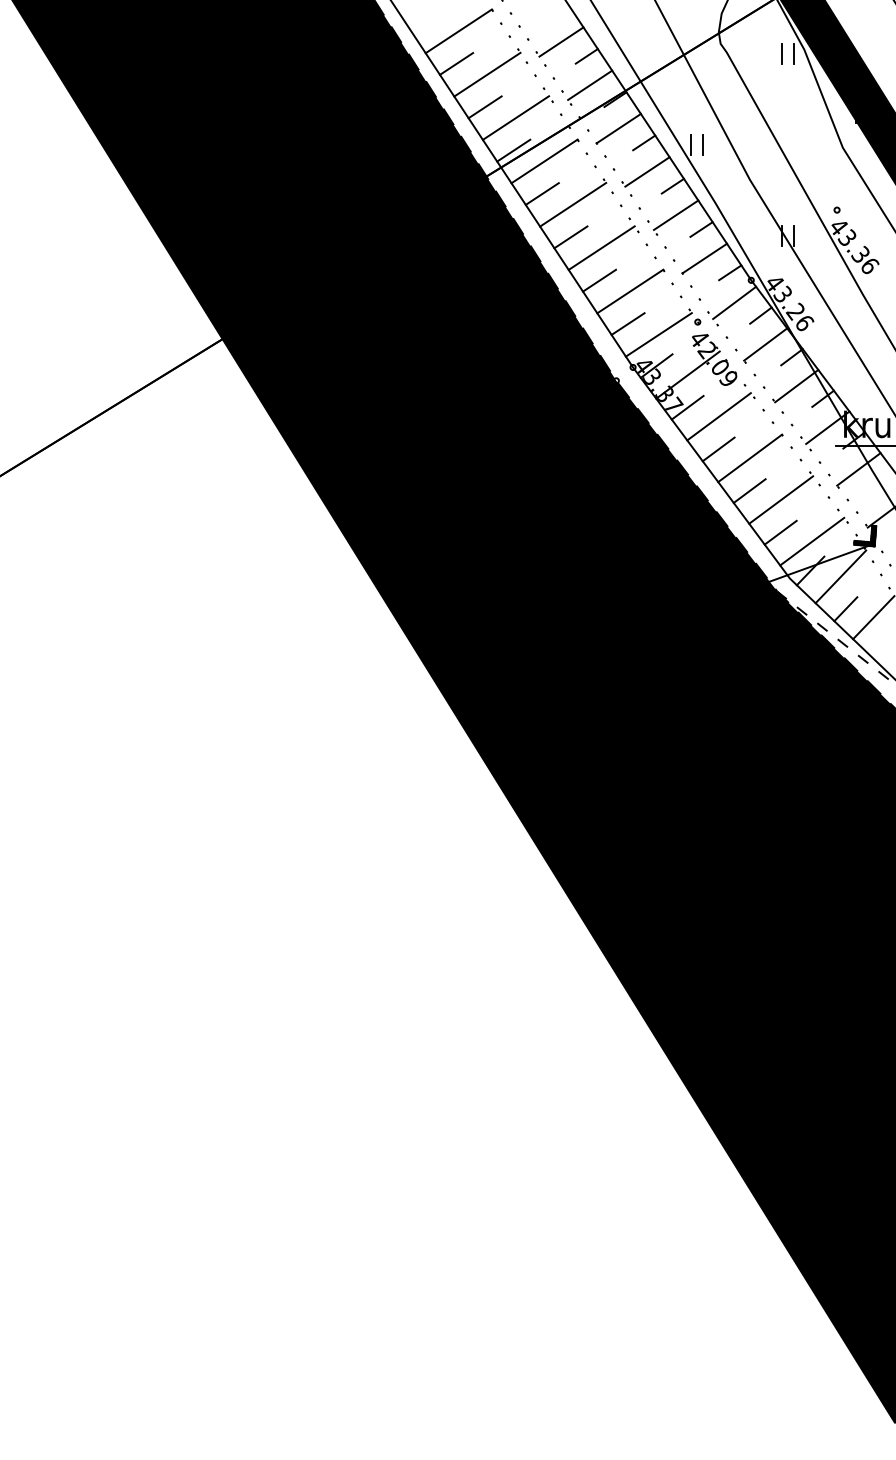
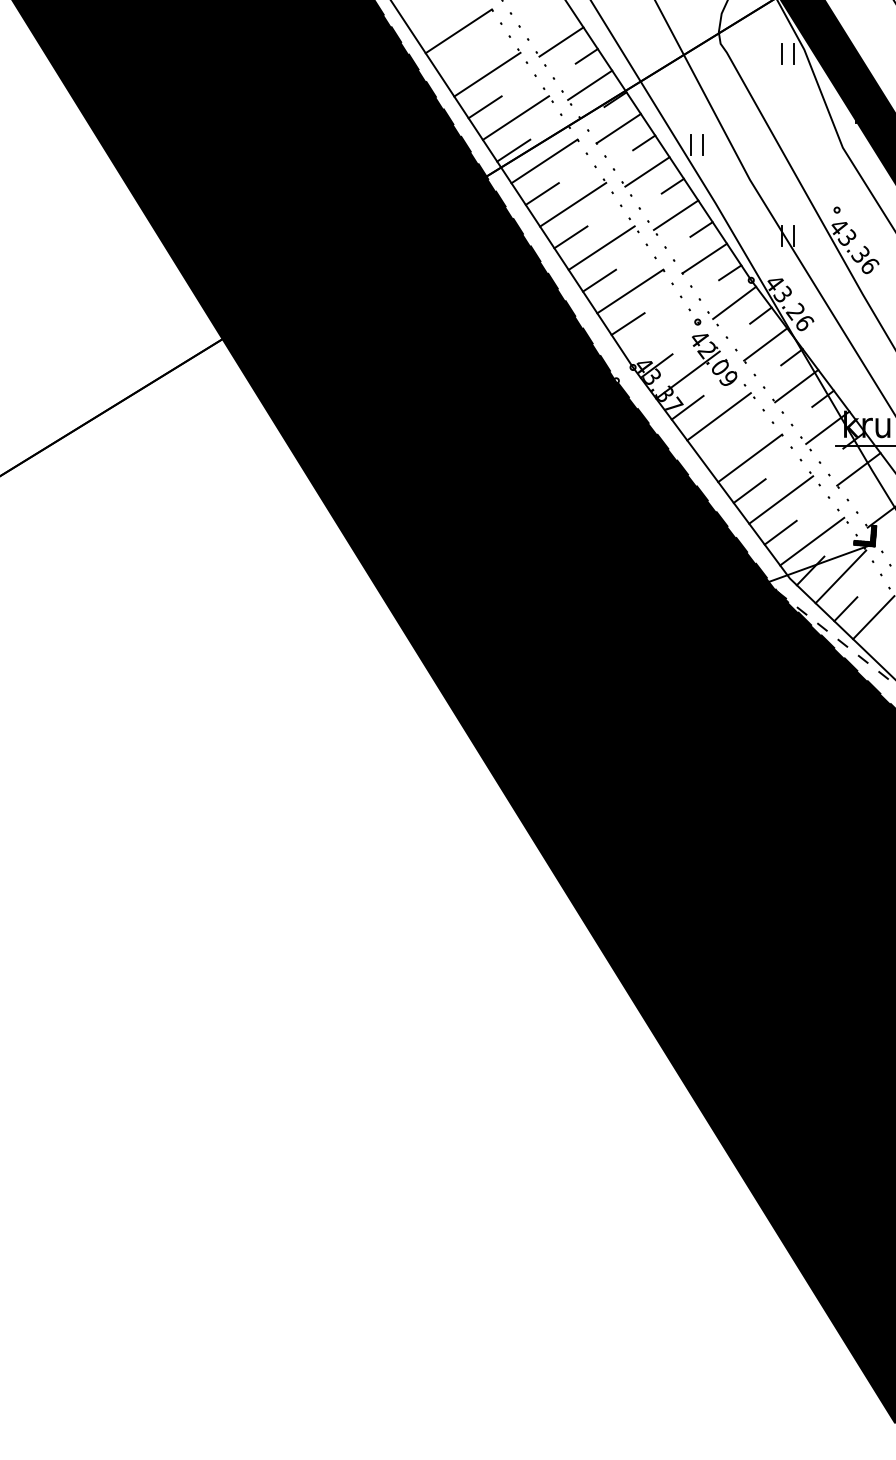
line at (456, 63): present -> none
line at (658, 334): present -> none
line at (718, 449): present -> none
